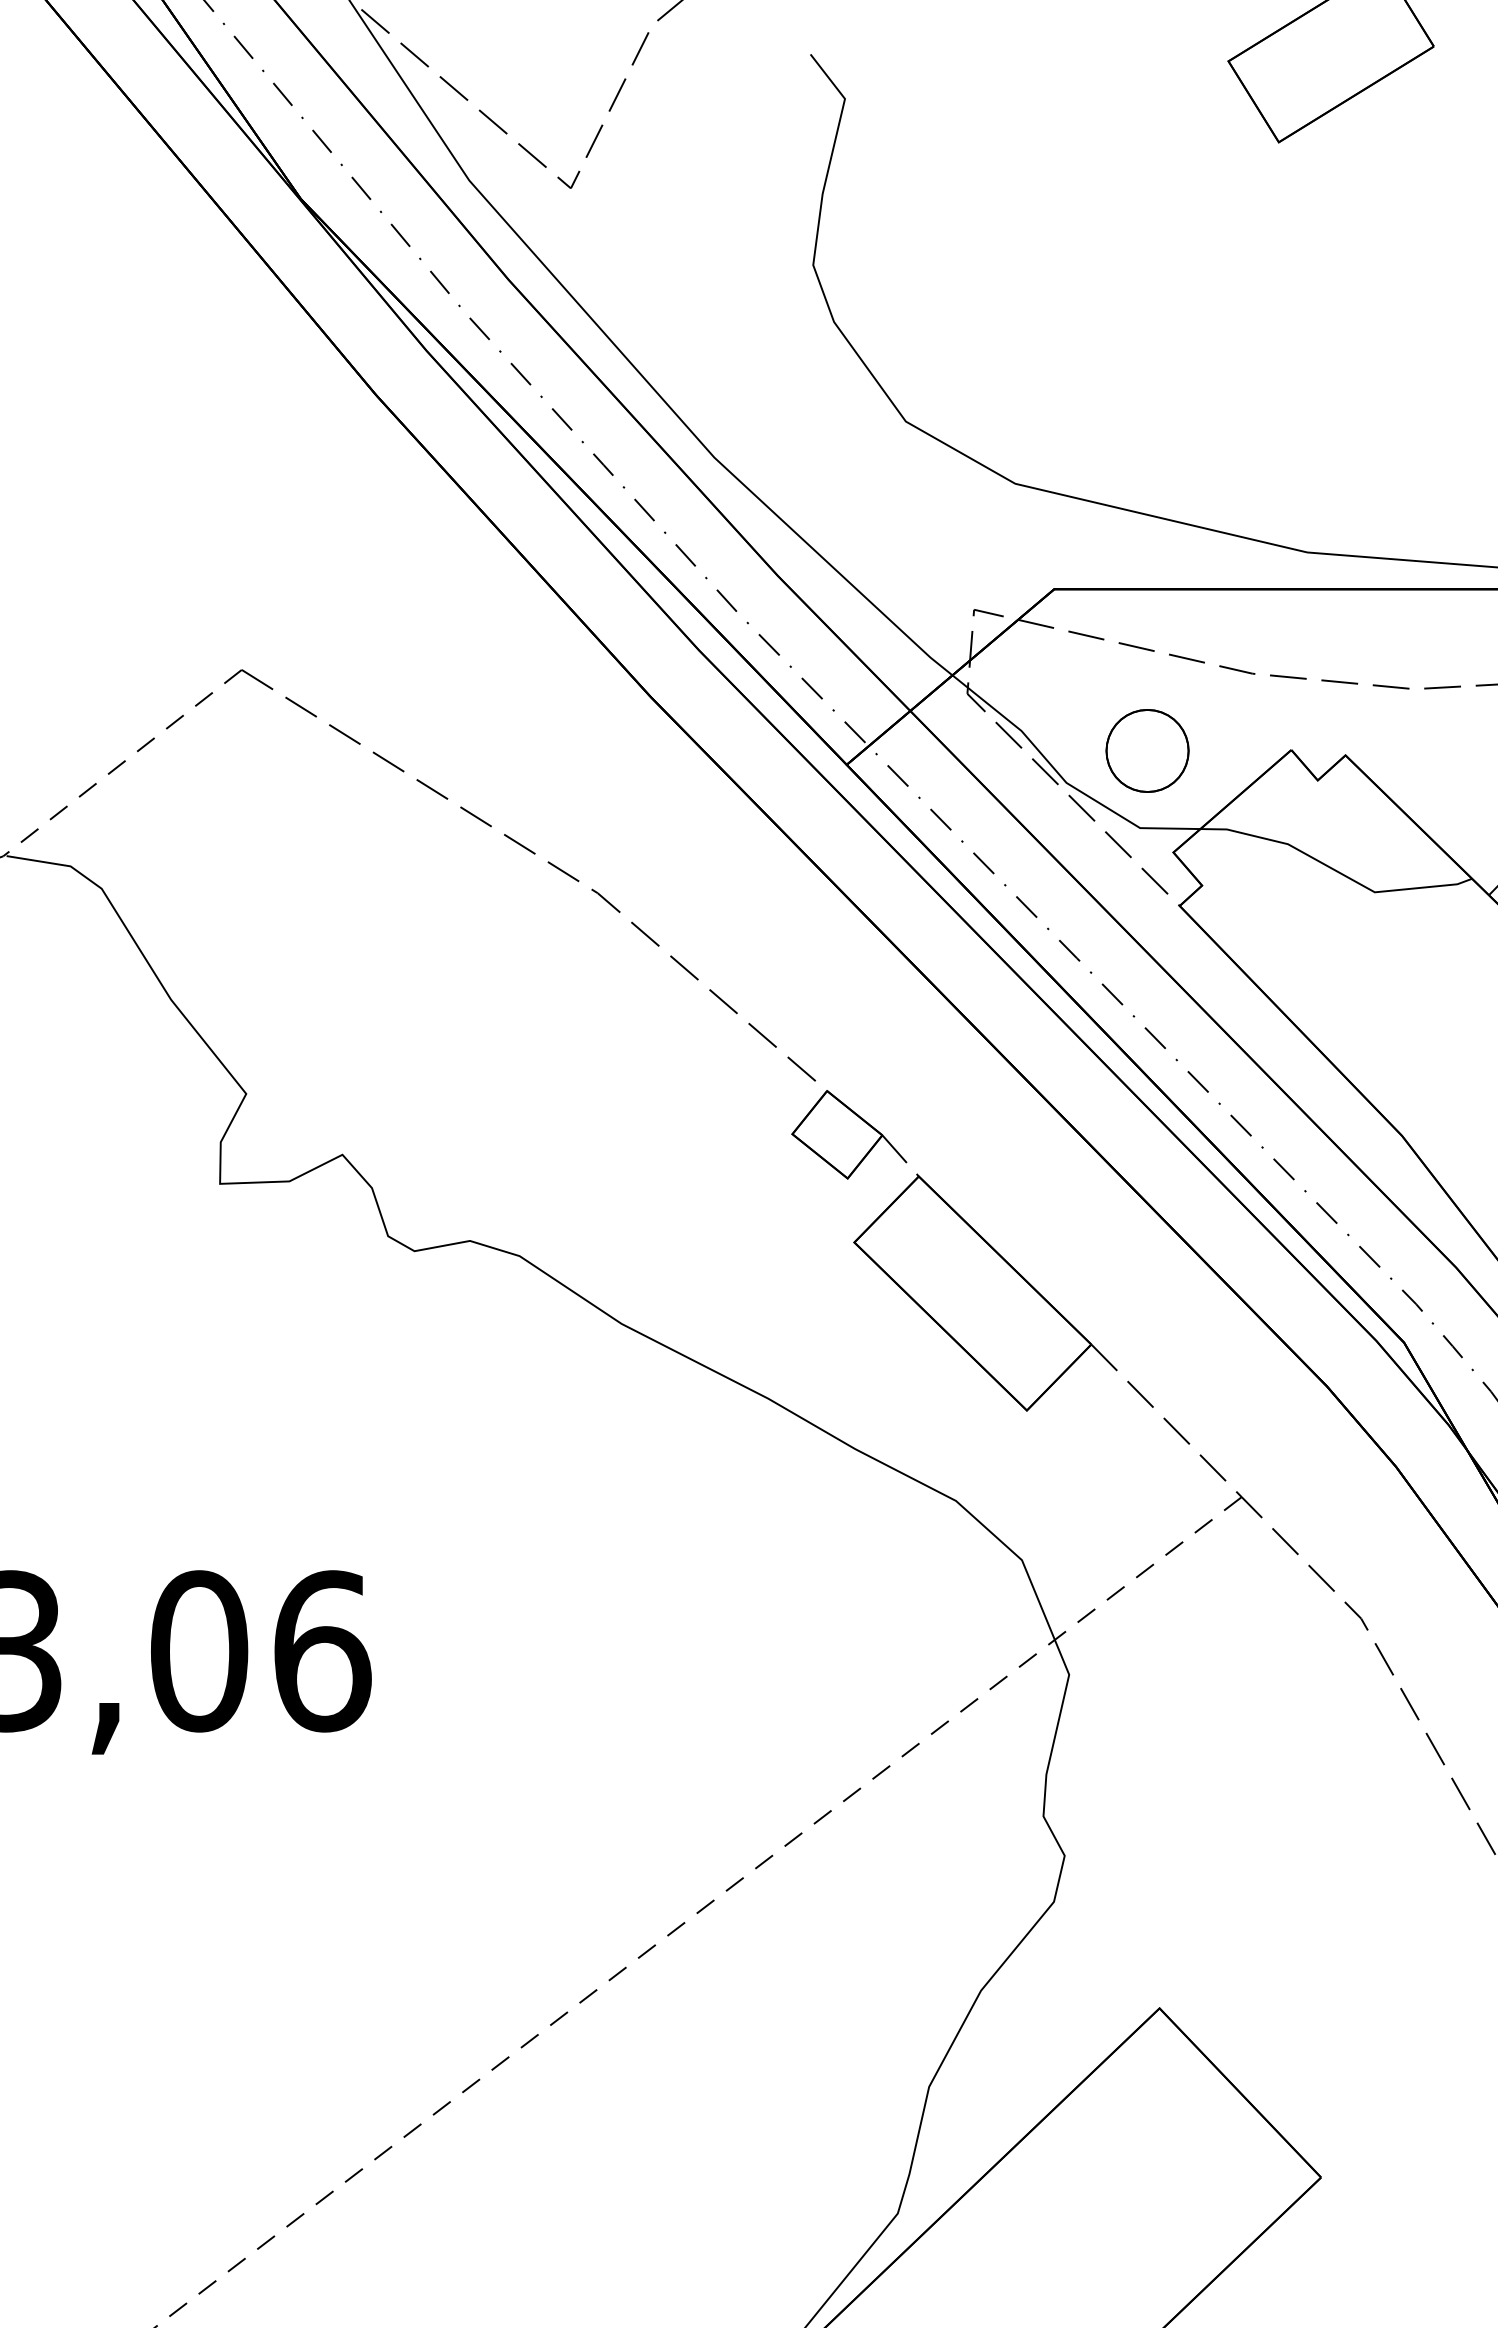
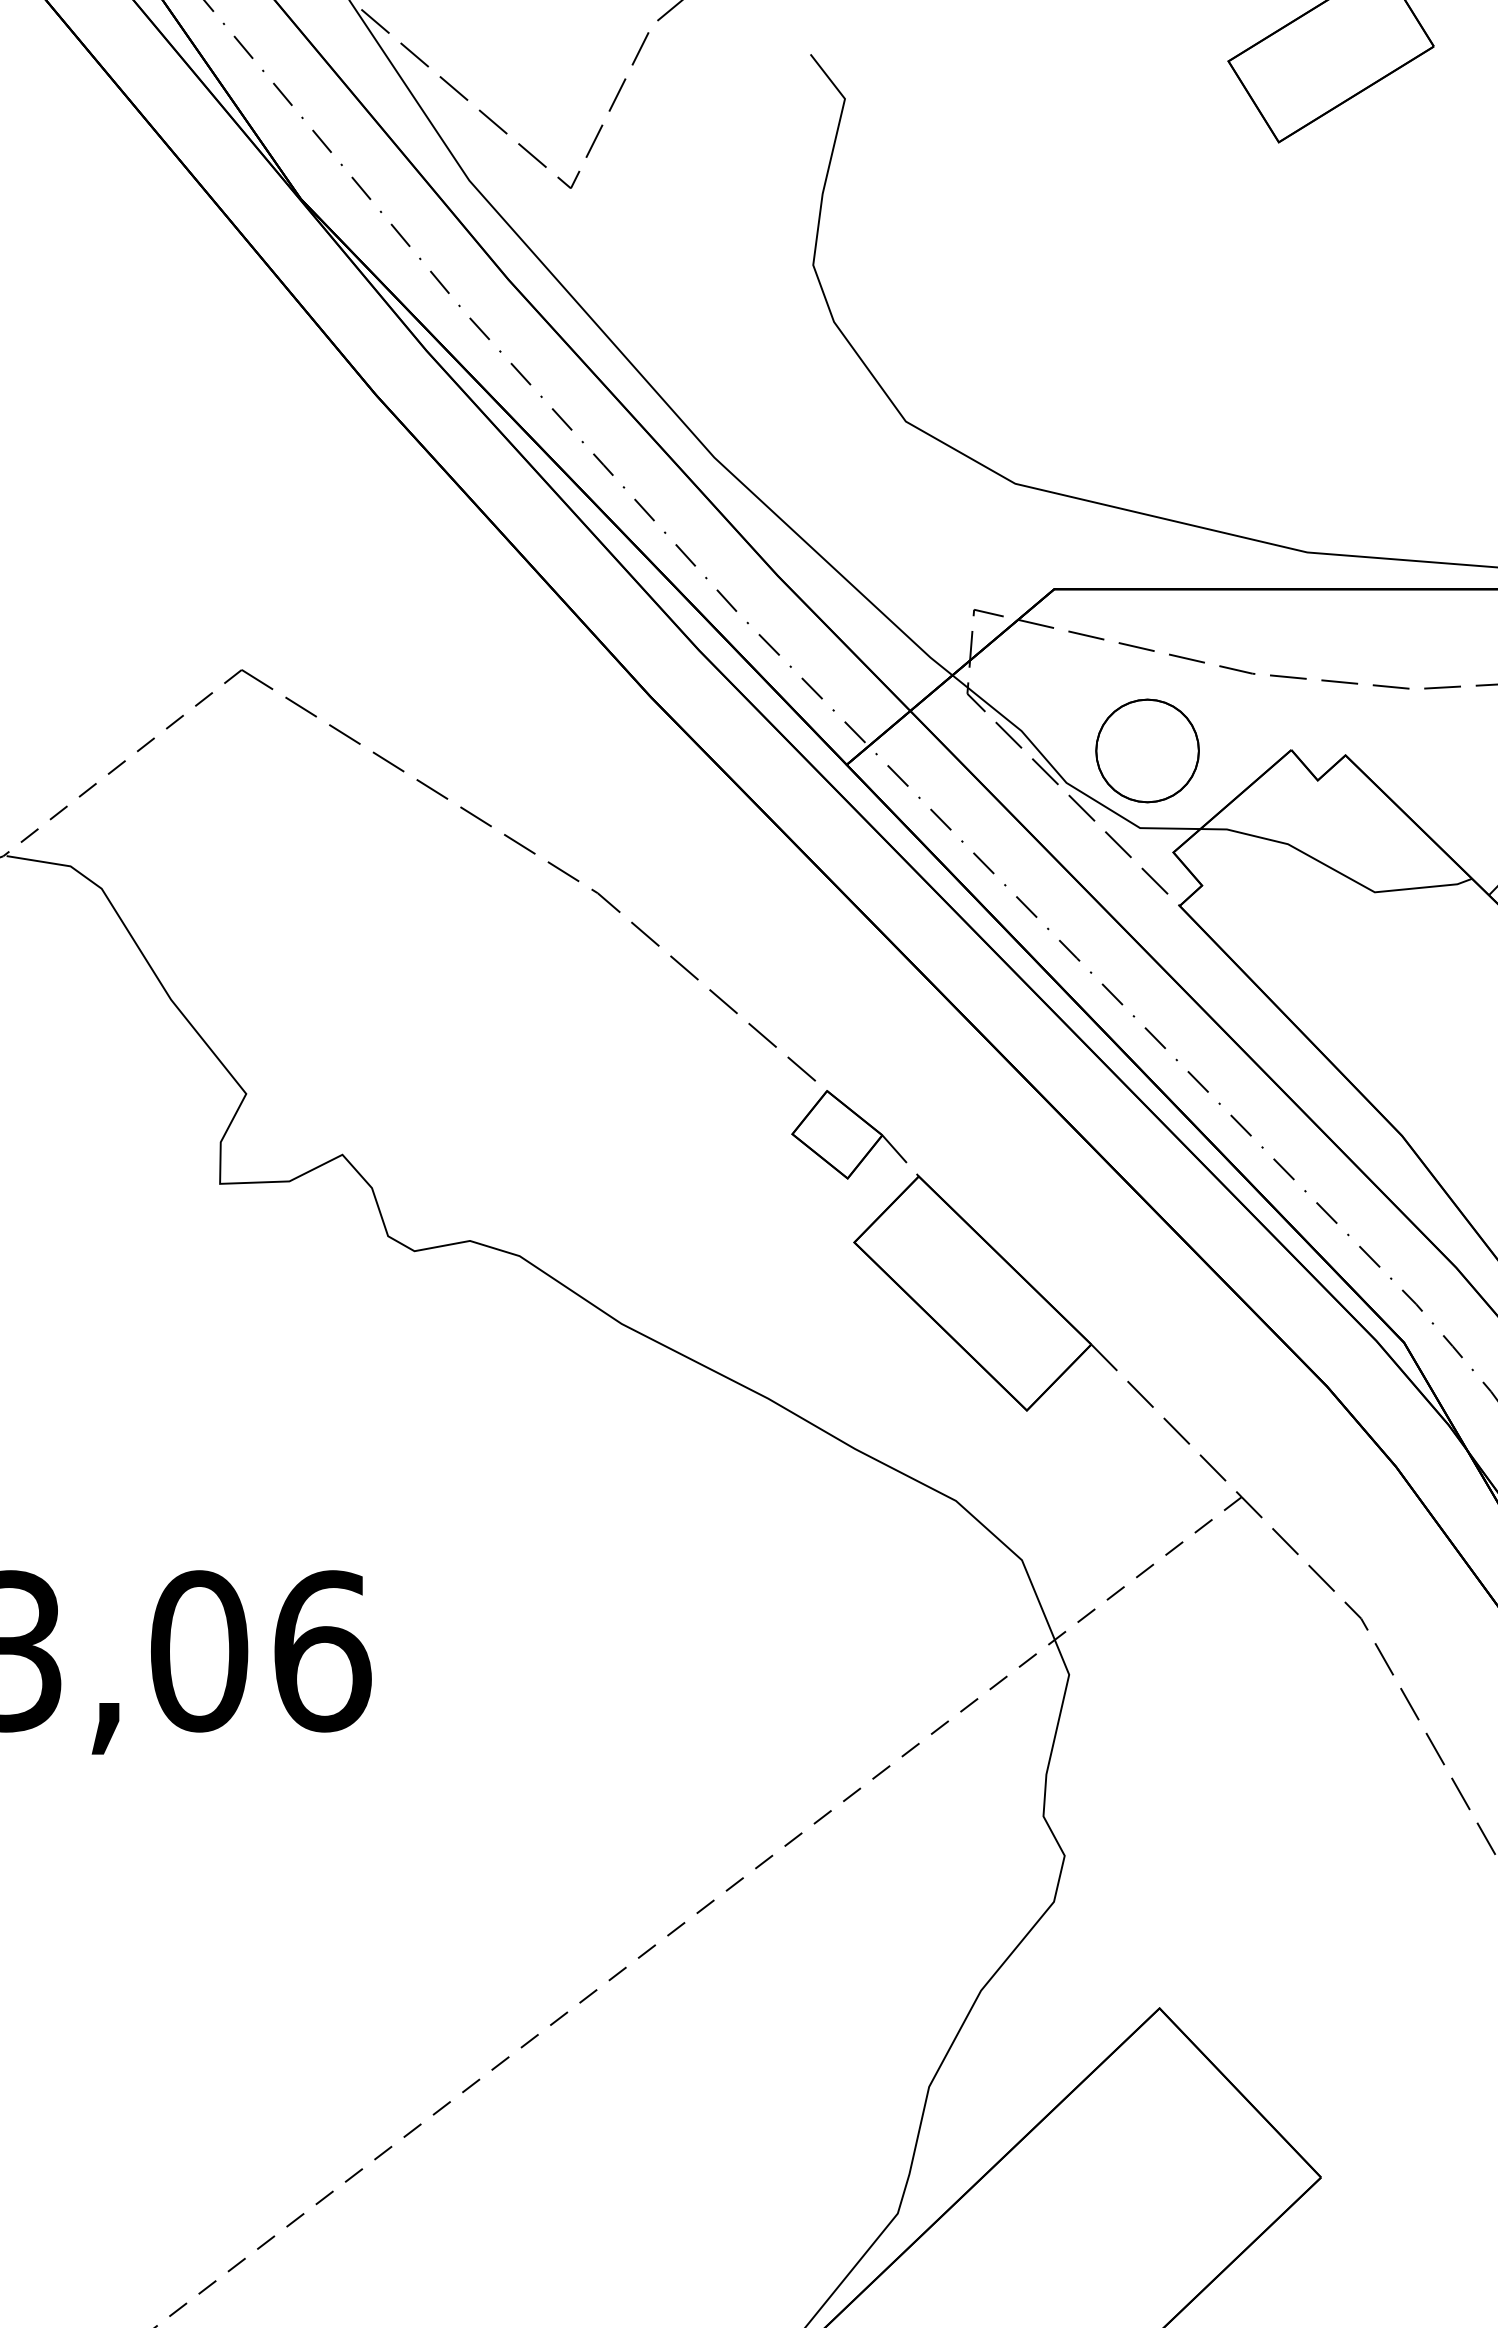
part at (1147, 750) size: 85x84 px -> 105x106 px
